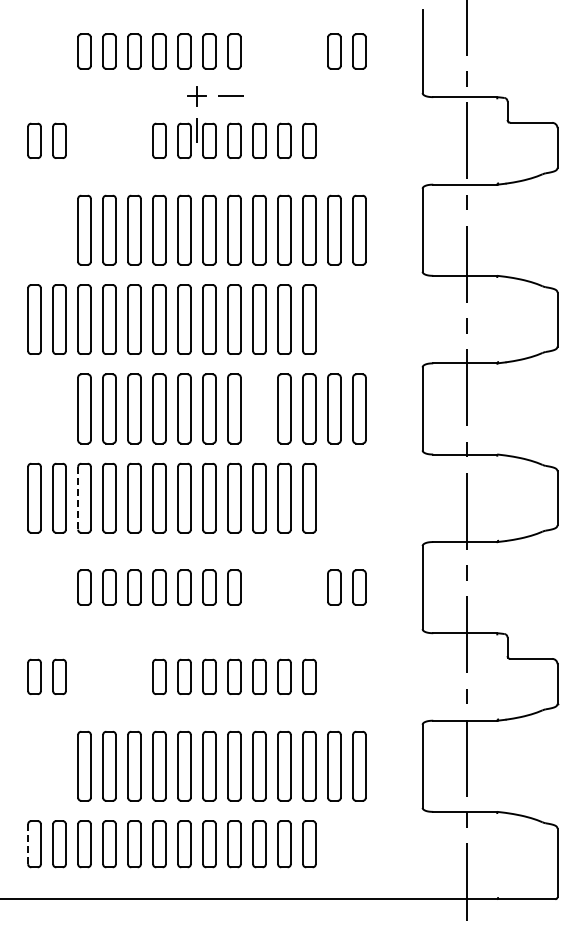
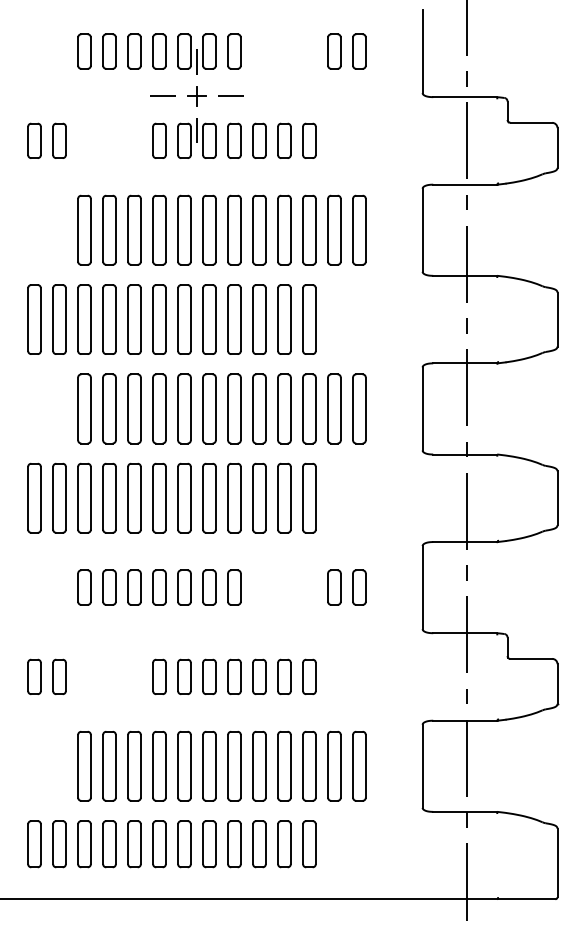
line at (196, 61): none -> present
line at (162, 96): none -> present
part at (259, 408): none -> present
line at (78, 498): dashed -> solid
line at (28, 844): dashed -> solid
